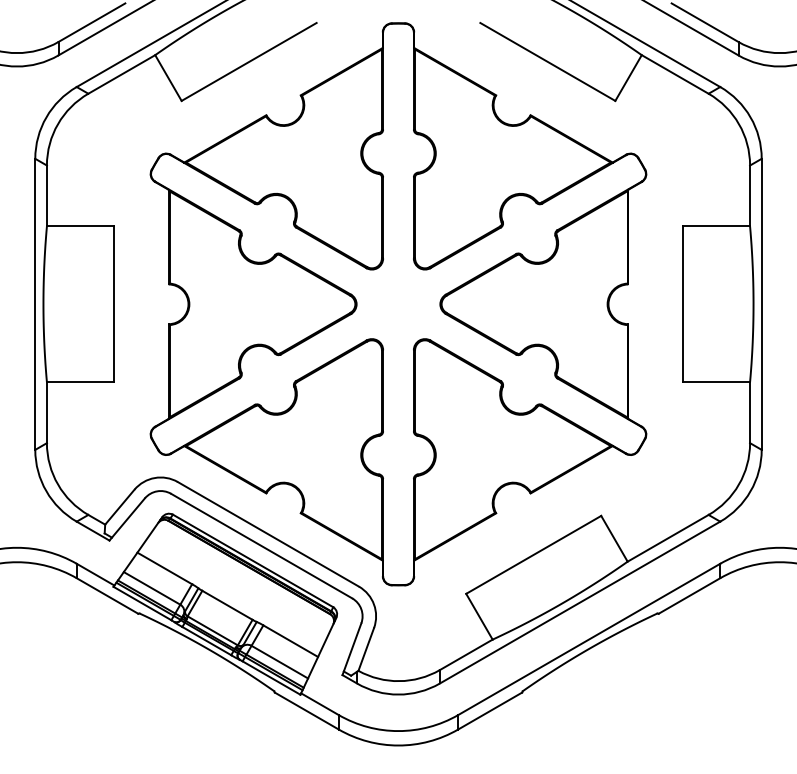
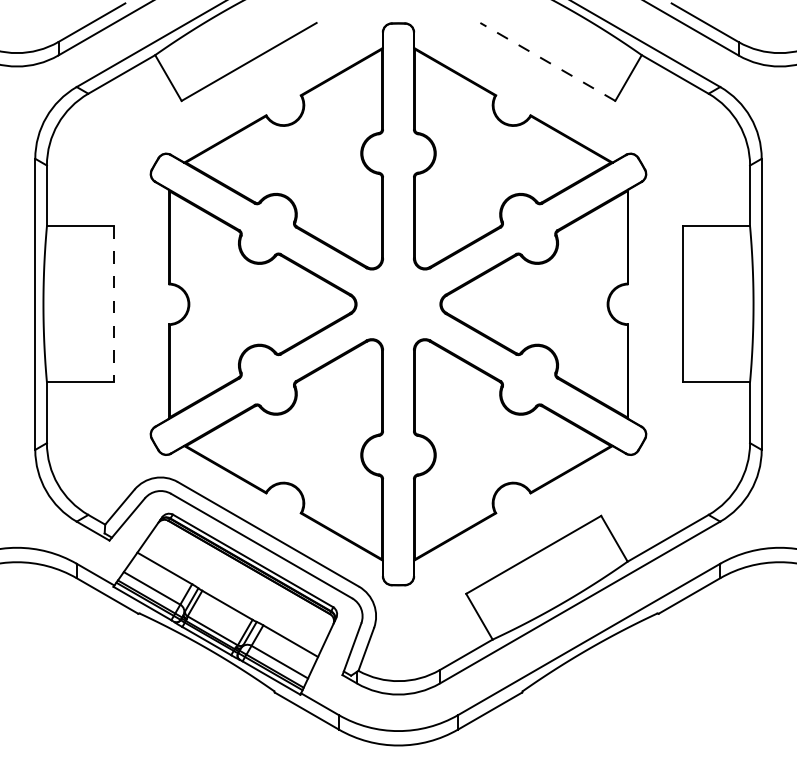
line at (547, 61): solid -> dashed
line at (113, 304): solid -> dashed
